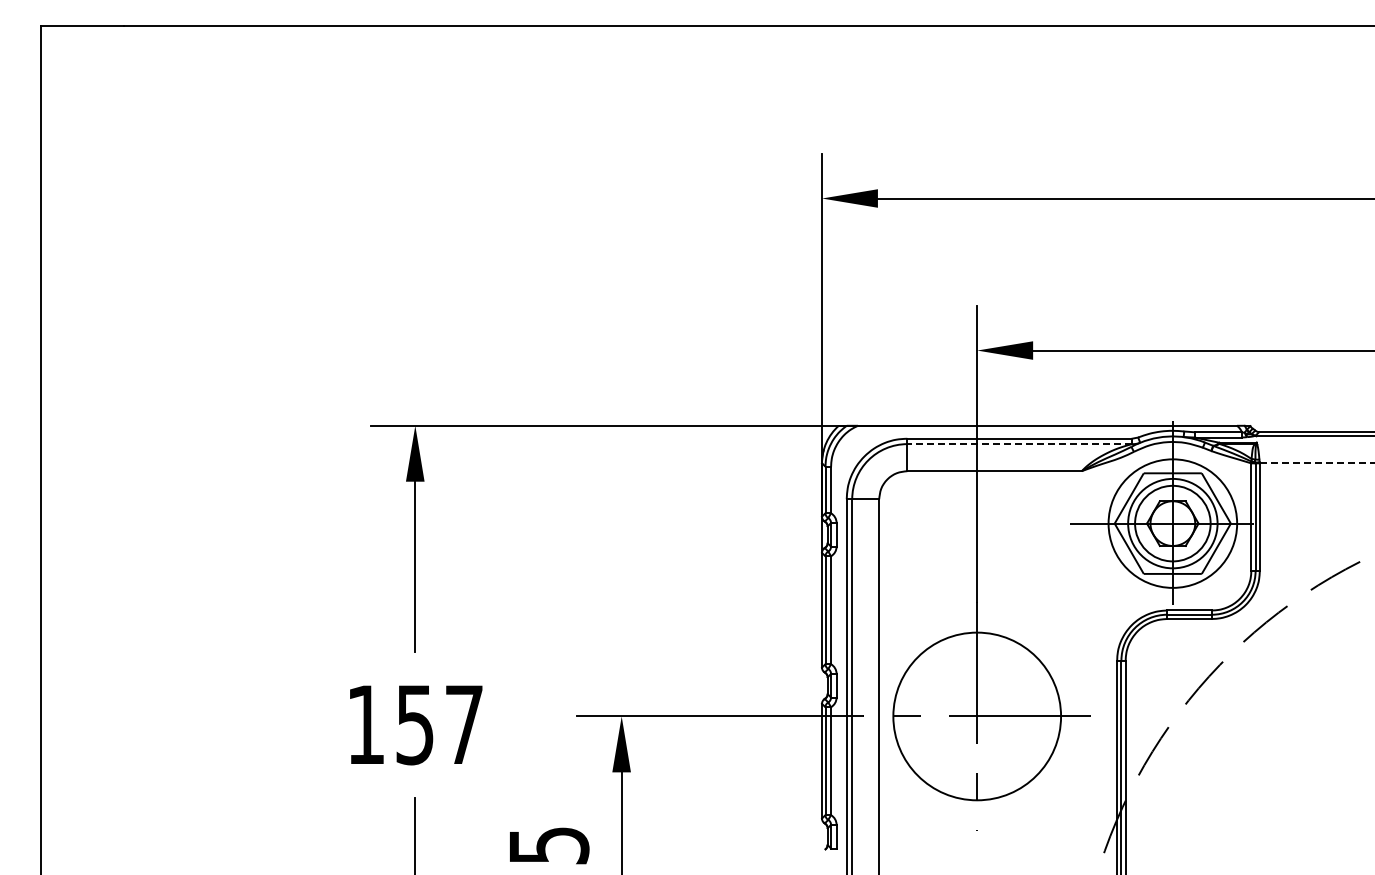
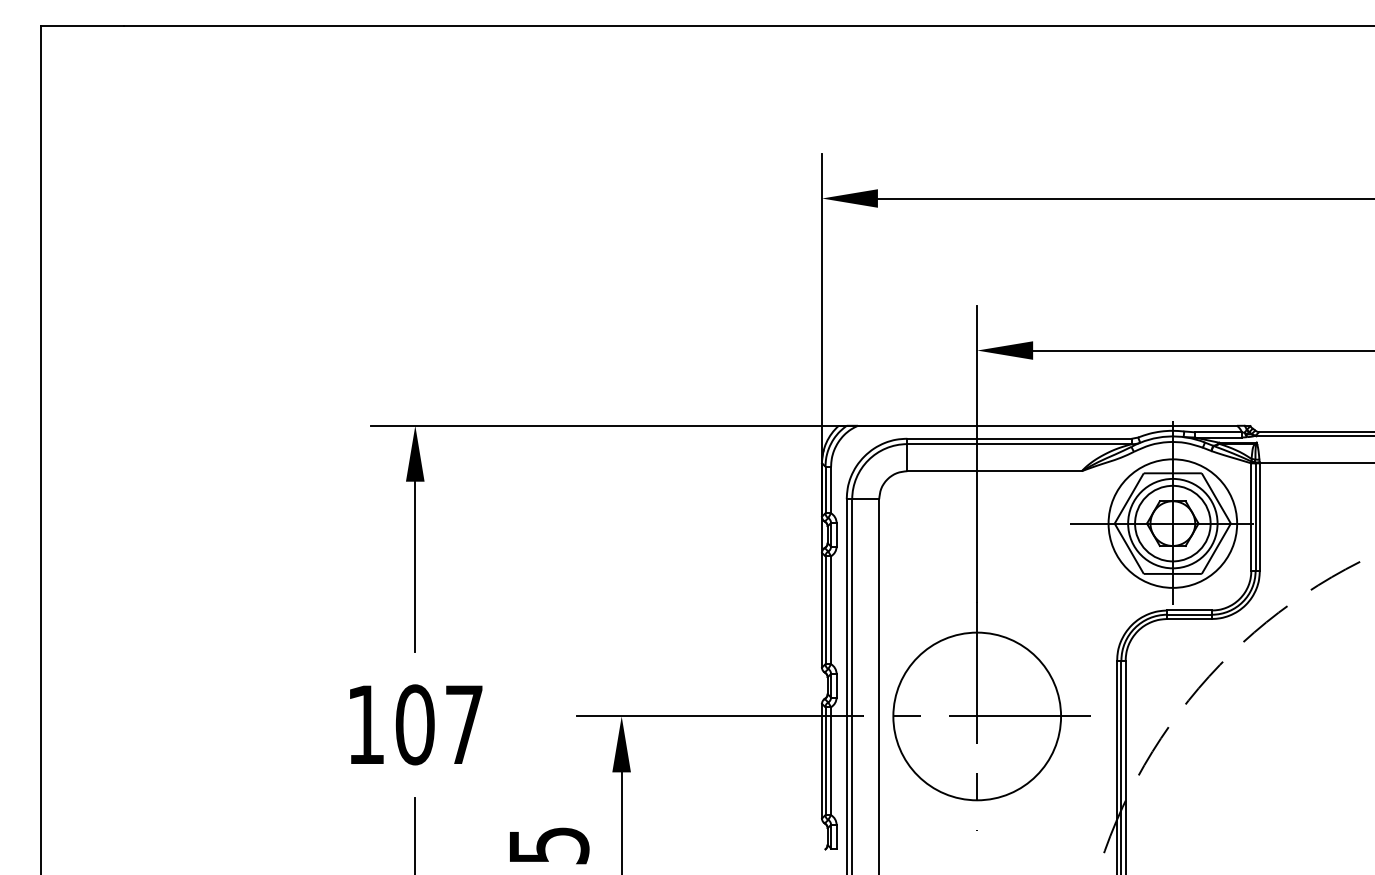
line at (1019, 444): dashed -> solid
line at (1317, 463): dashed -> solid
text at (414, 724): 157 -> 107
